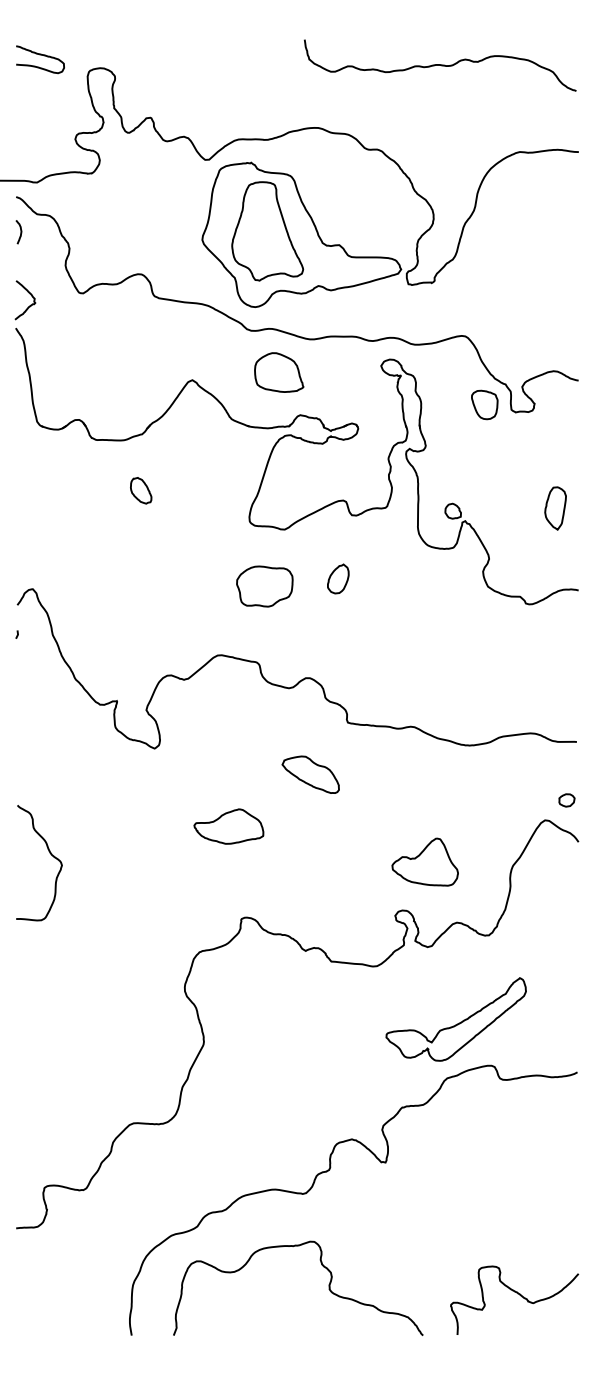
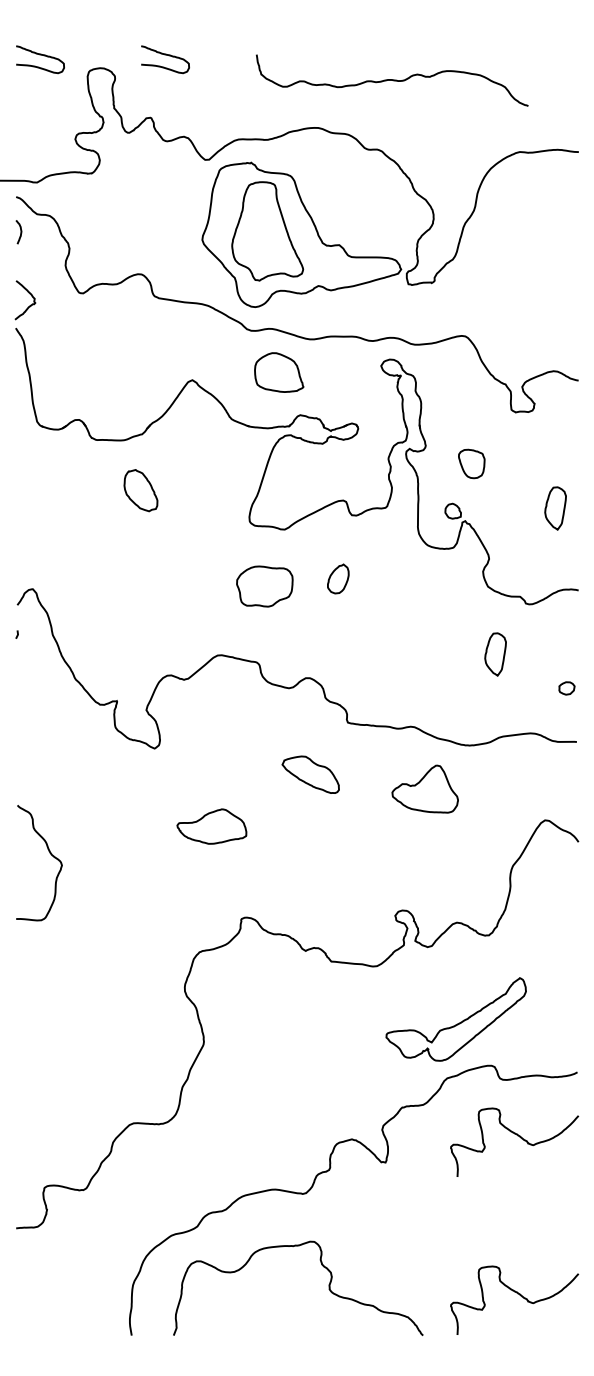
curve at (165, 55): none -> present
curve at (440, 65) position: (440, 65) -> (392, 80)
part at (484, 404) position: (484, 404) -> (471, 463)
part at (141, 490) size: 23x28 px -> 36x44 px
part at (495, 654): none -> present
part at (566, 800) position: (566, 800) -> (566, 688)
part at (228, 826) position: (228, 826) -> (211, 826)
part at (424, 861) position: (424, 861) -> (424, 788)
curve at (517, 1136): none -> present
